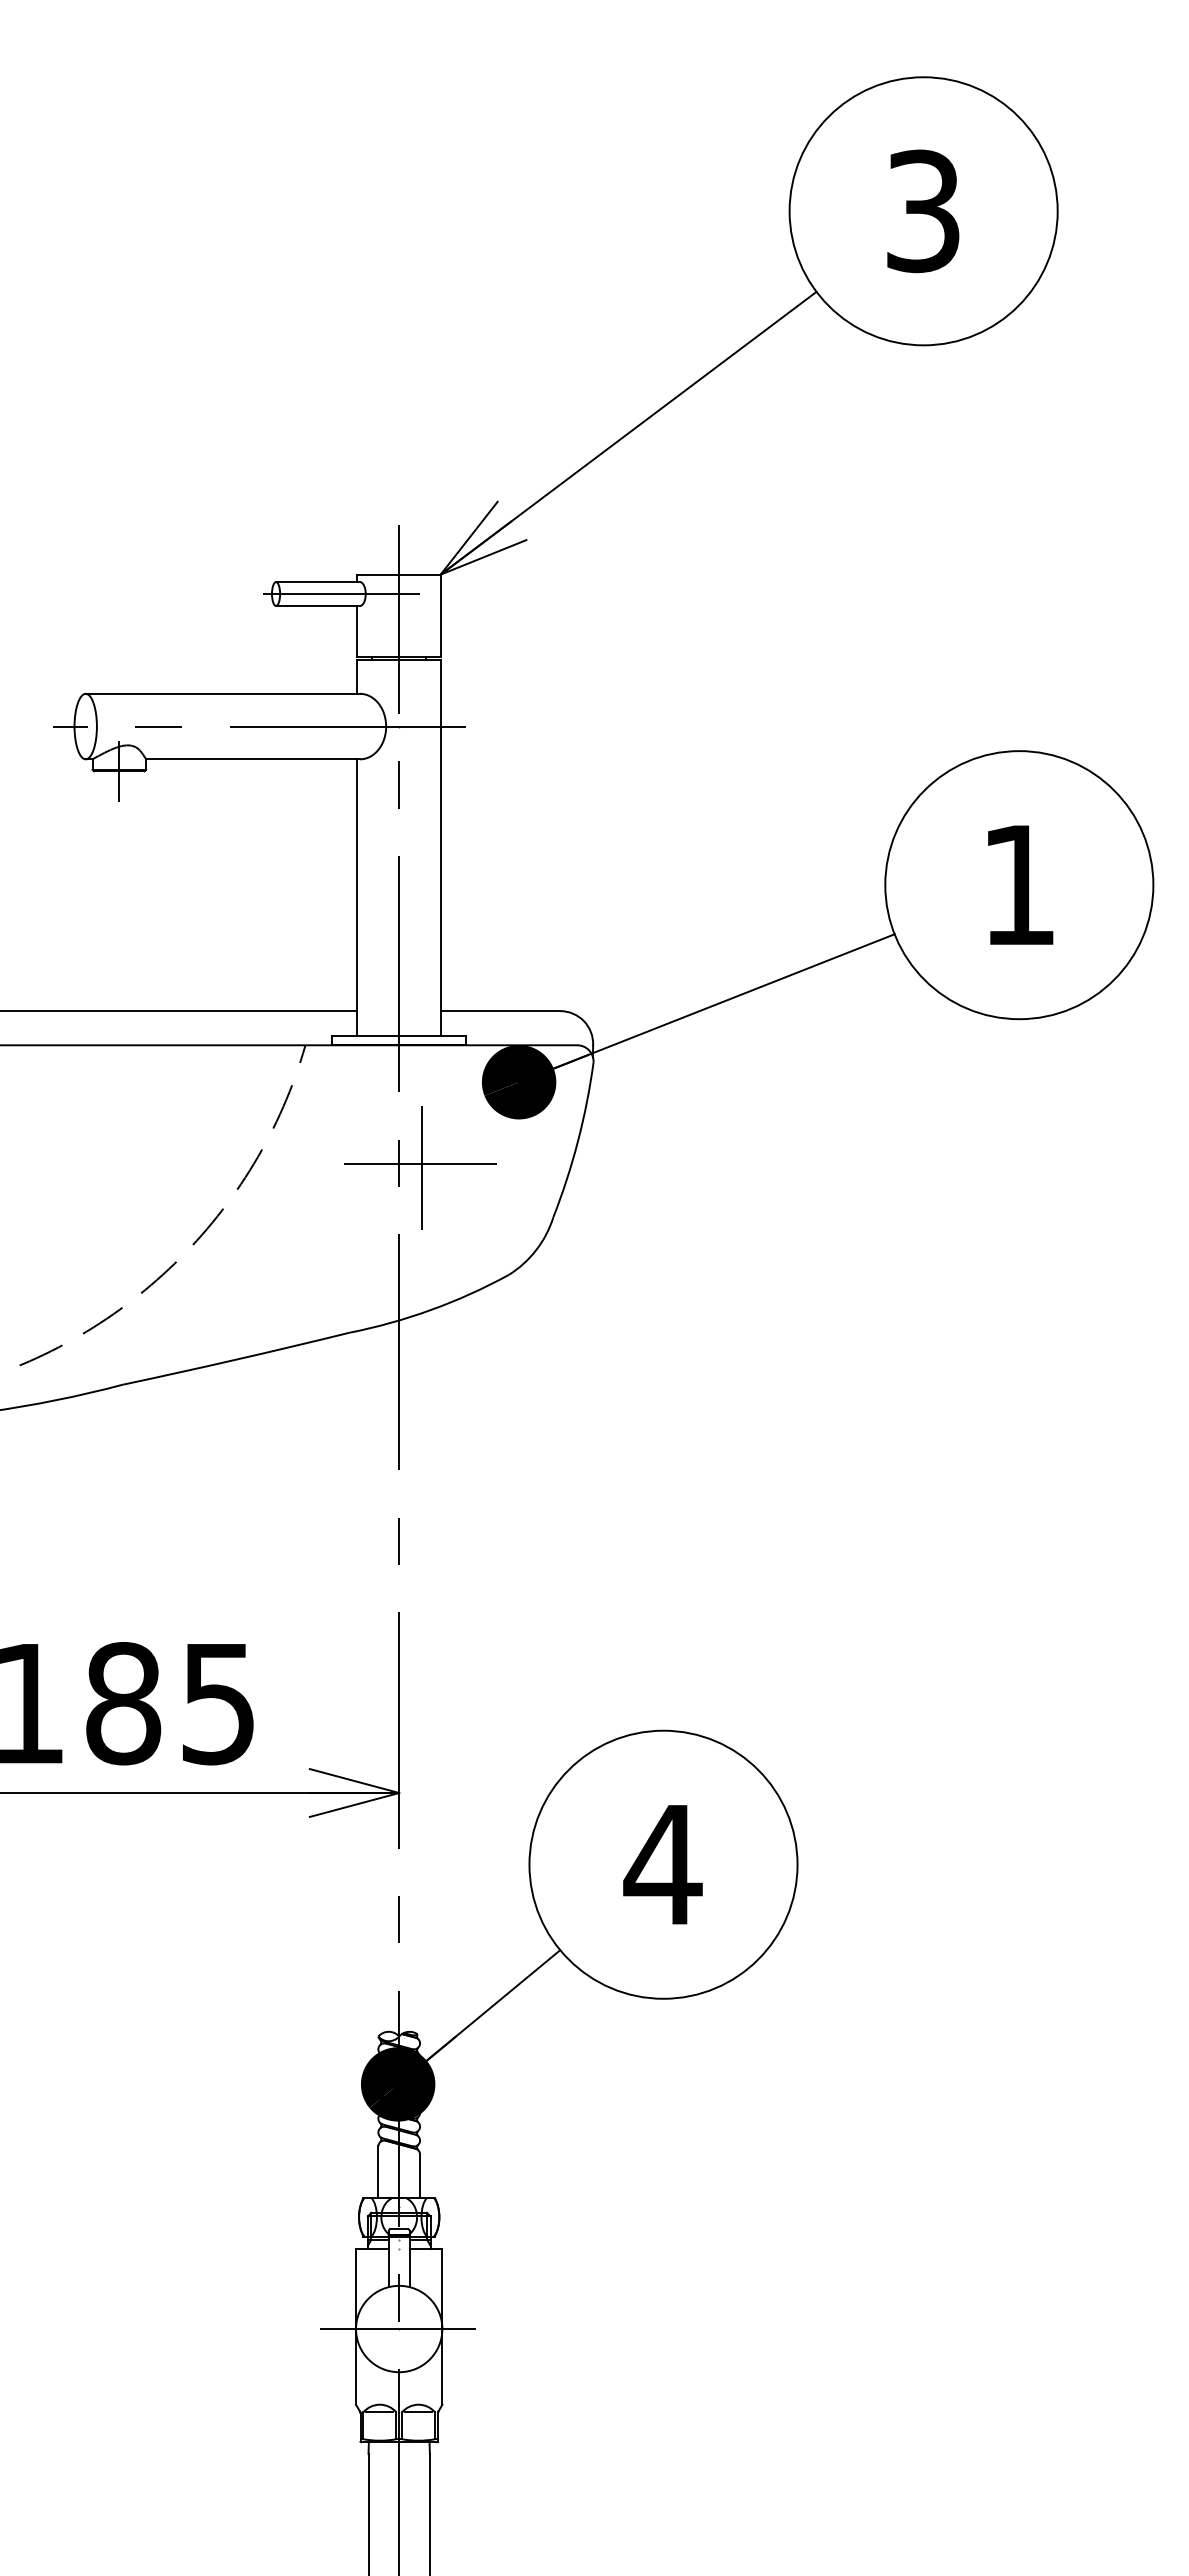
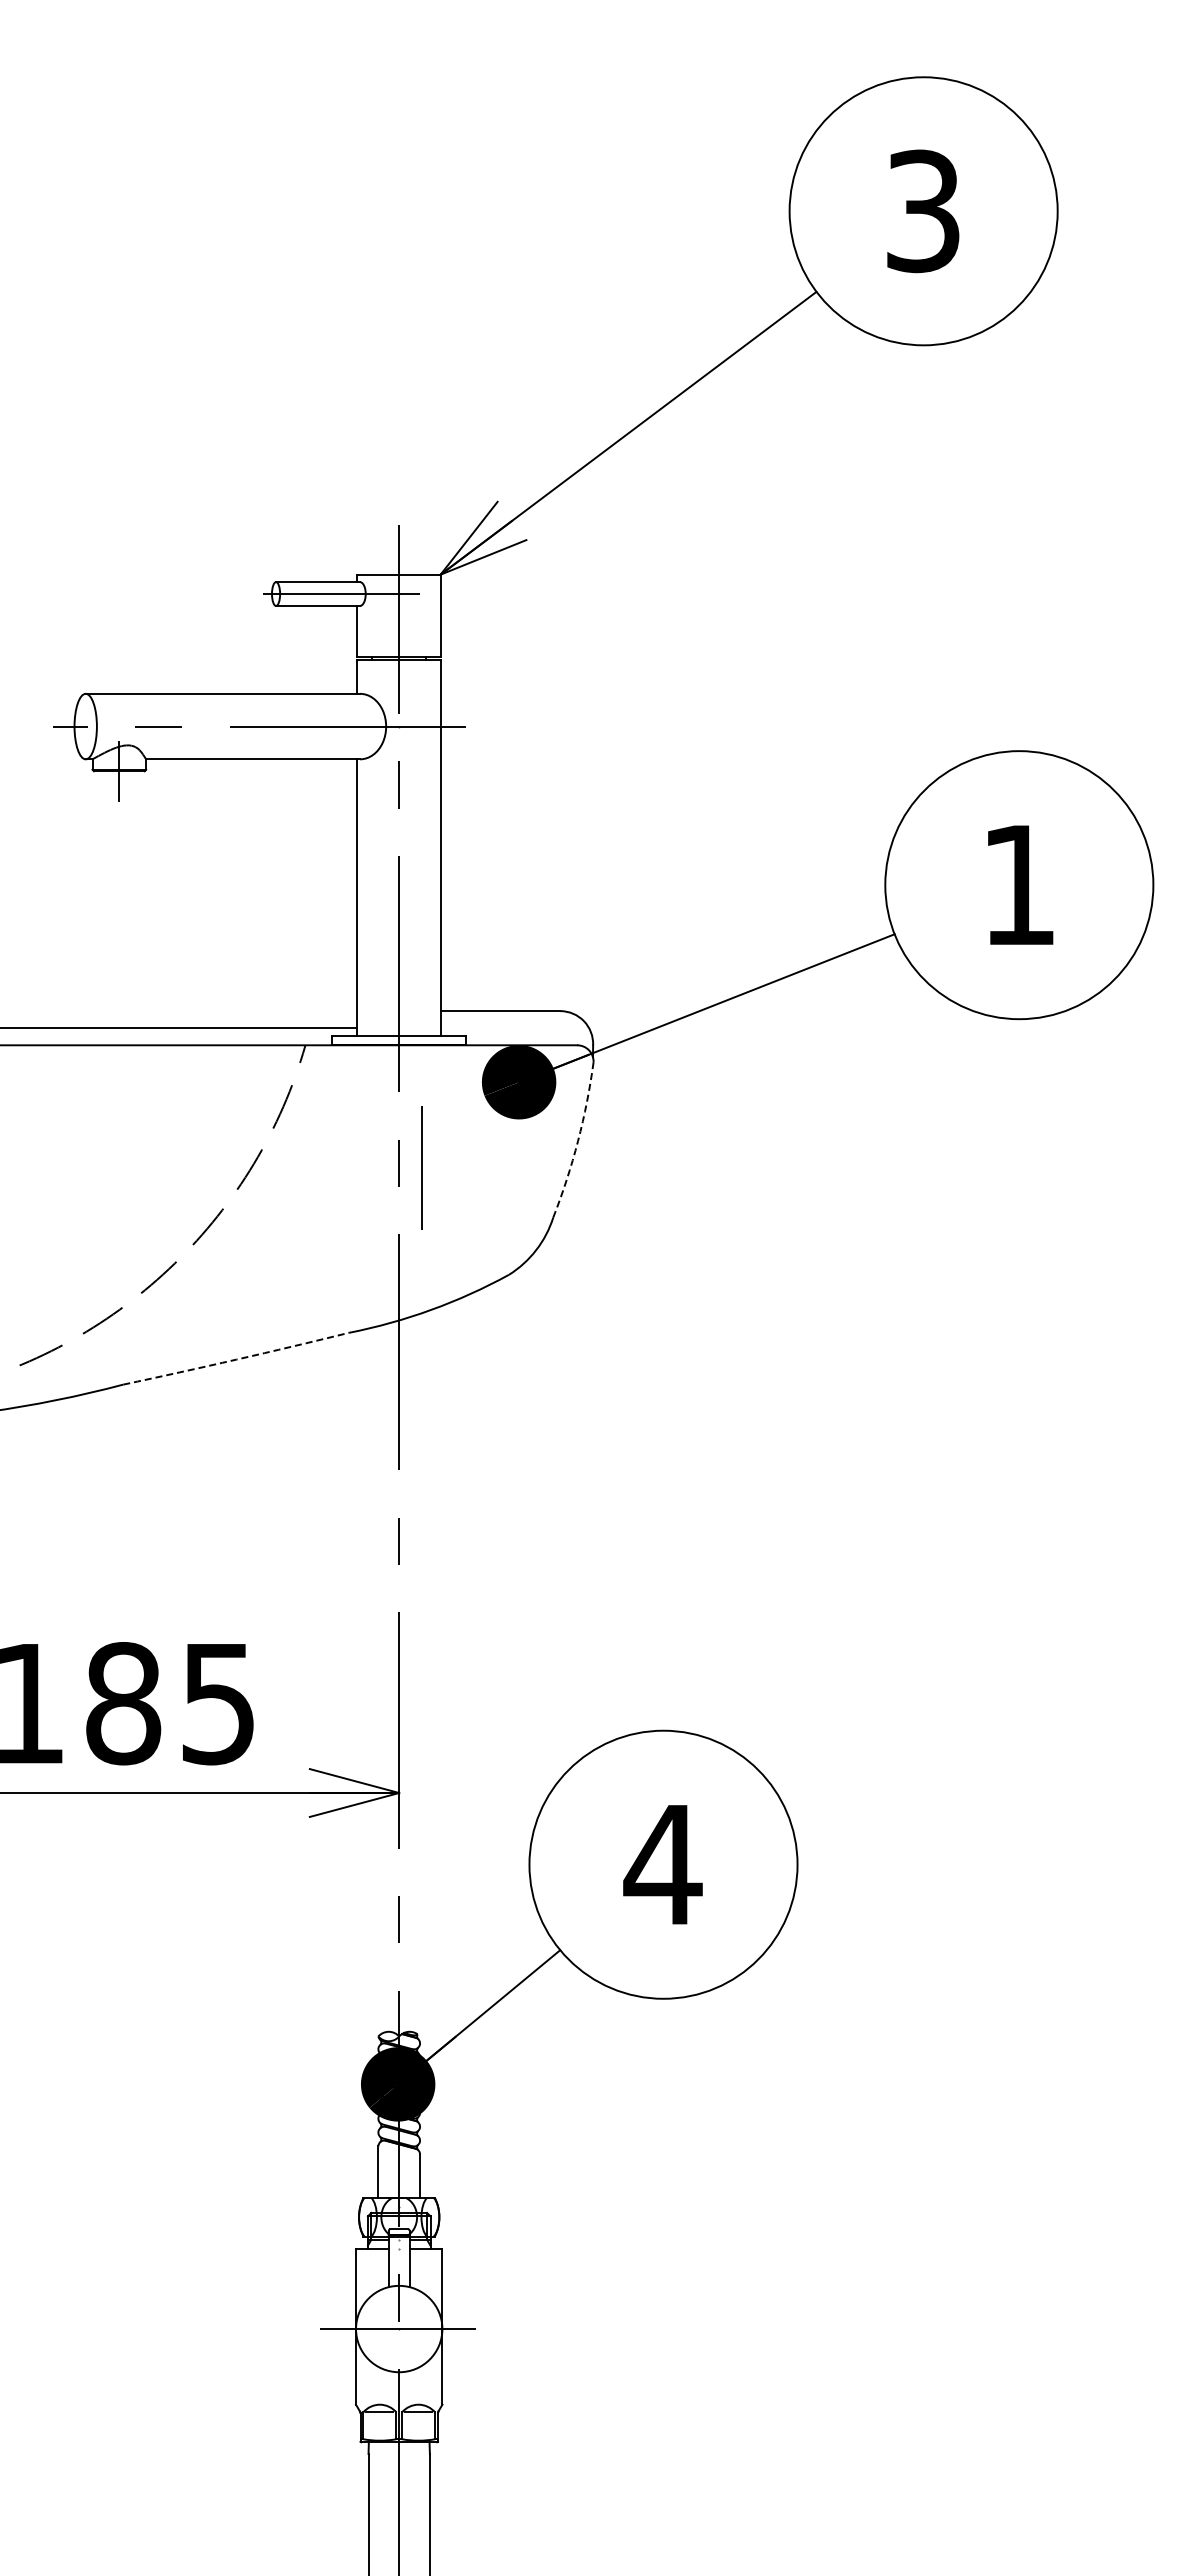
line at (179, 1011) position: (179, 1011) -> (179, 1028)
arc at (578, 1141): solid -> dashed
line at (420, 1164): present -> none
arc at (236, 1359): solid -> dashed
